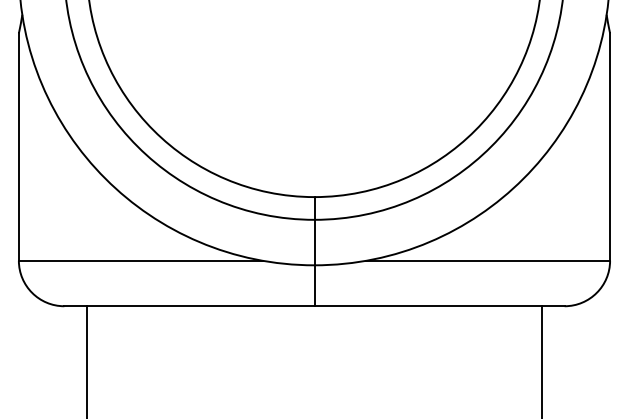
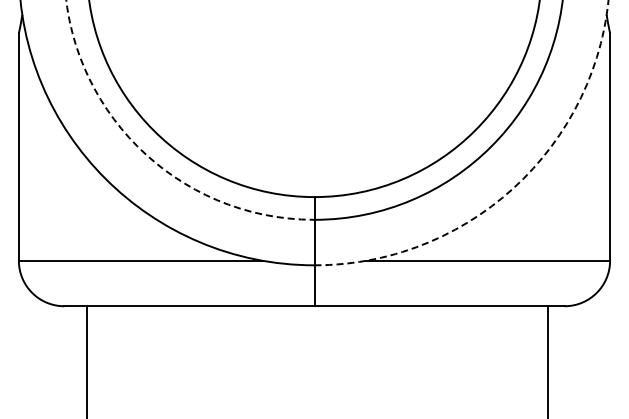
arc at (147, 156): solid -> dashed
arc at (512, 189): solid -> dashed
line at (541, 360) position: (541, 360) -> (547, 360)
